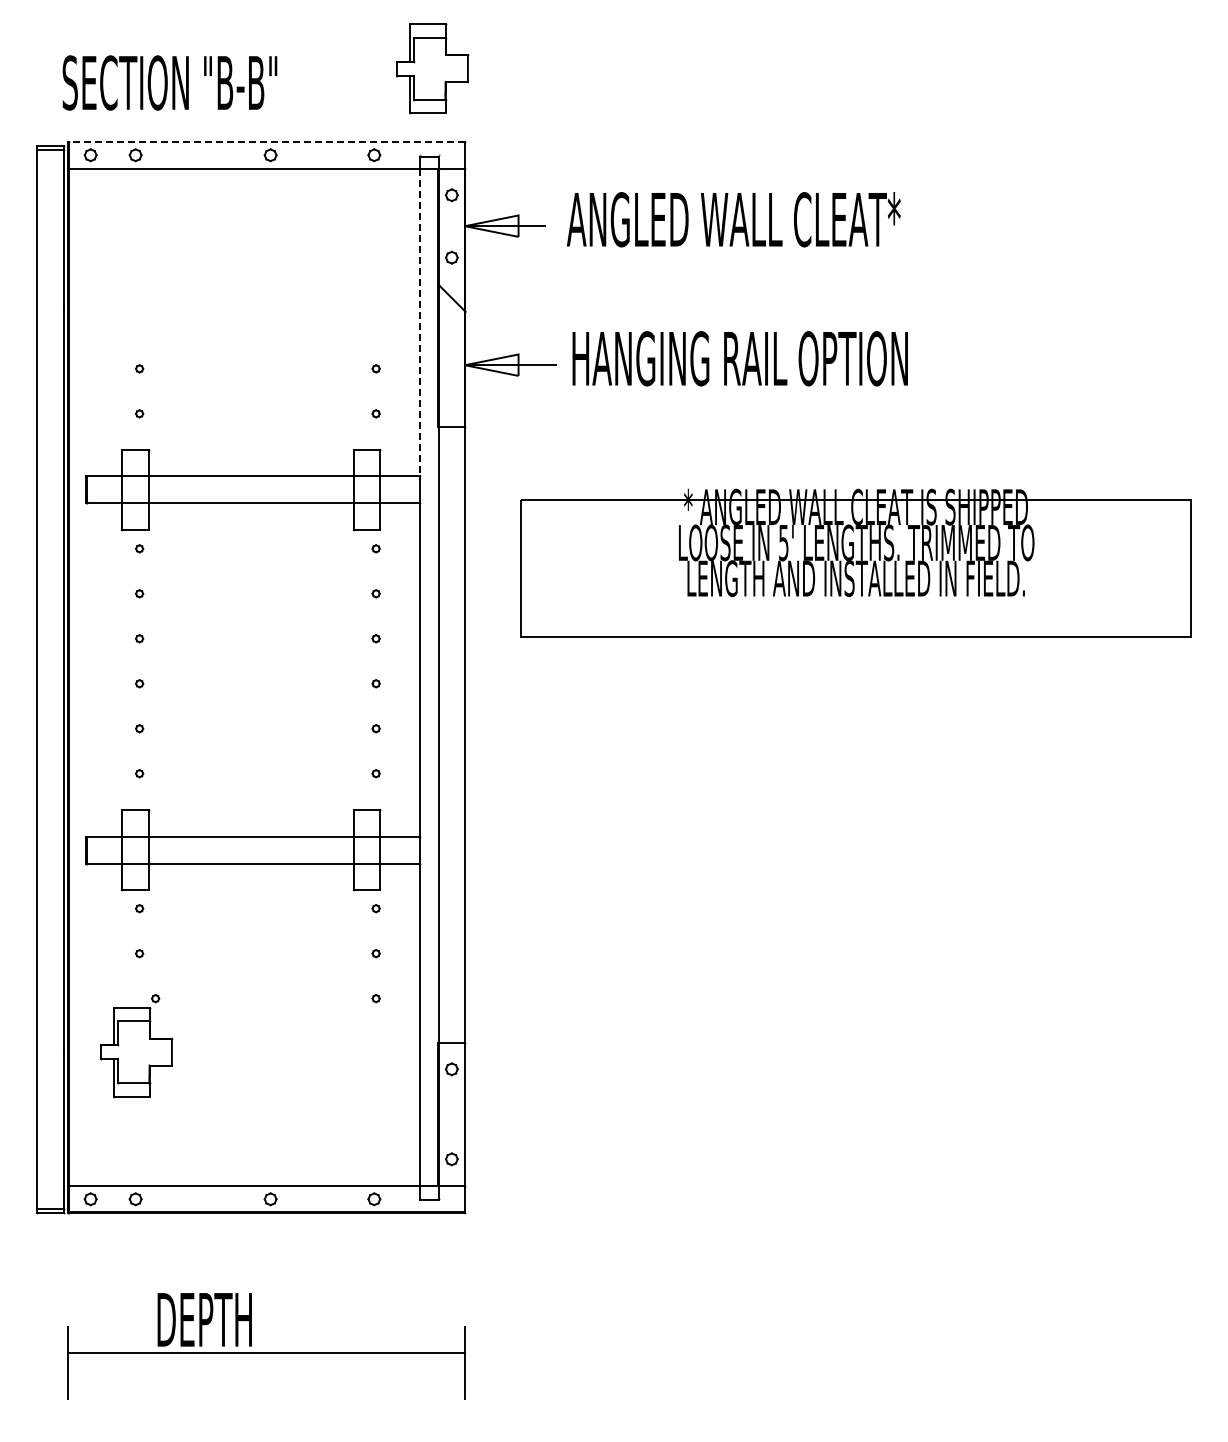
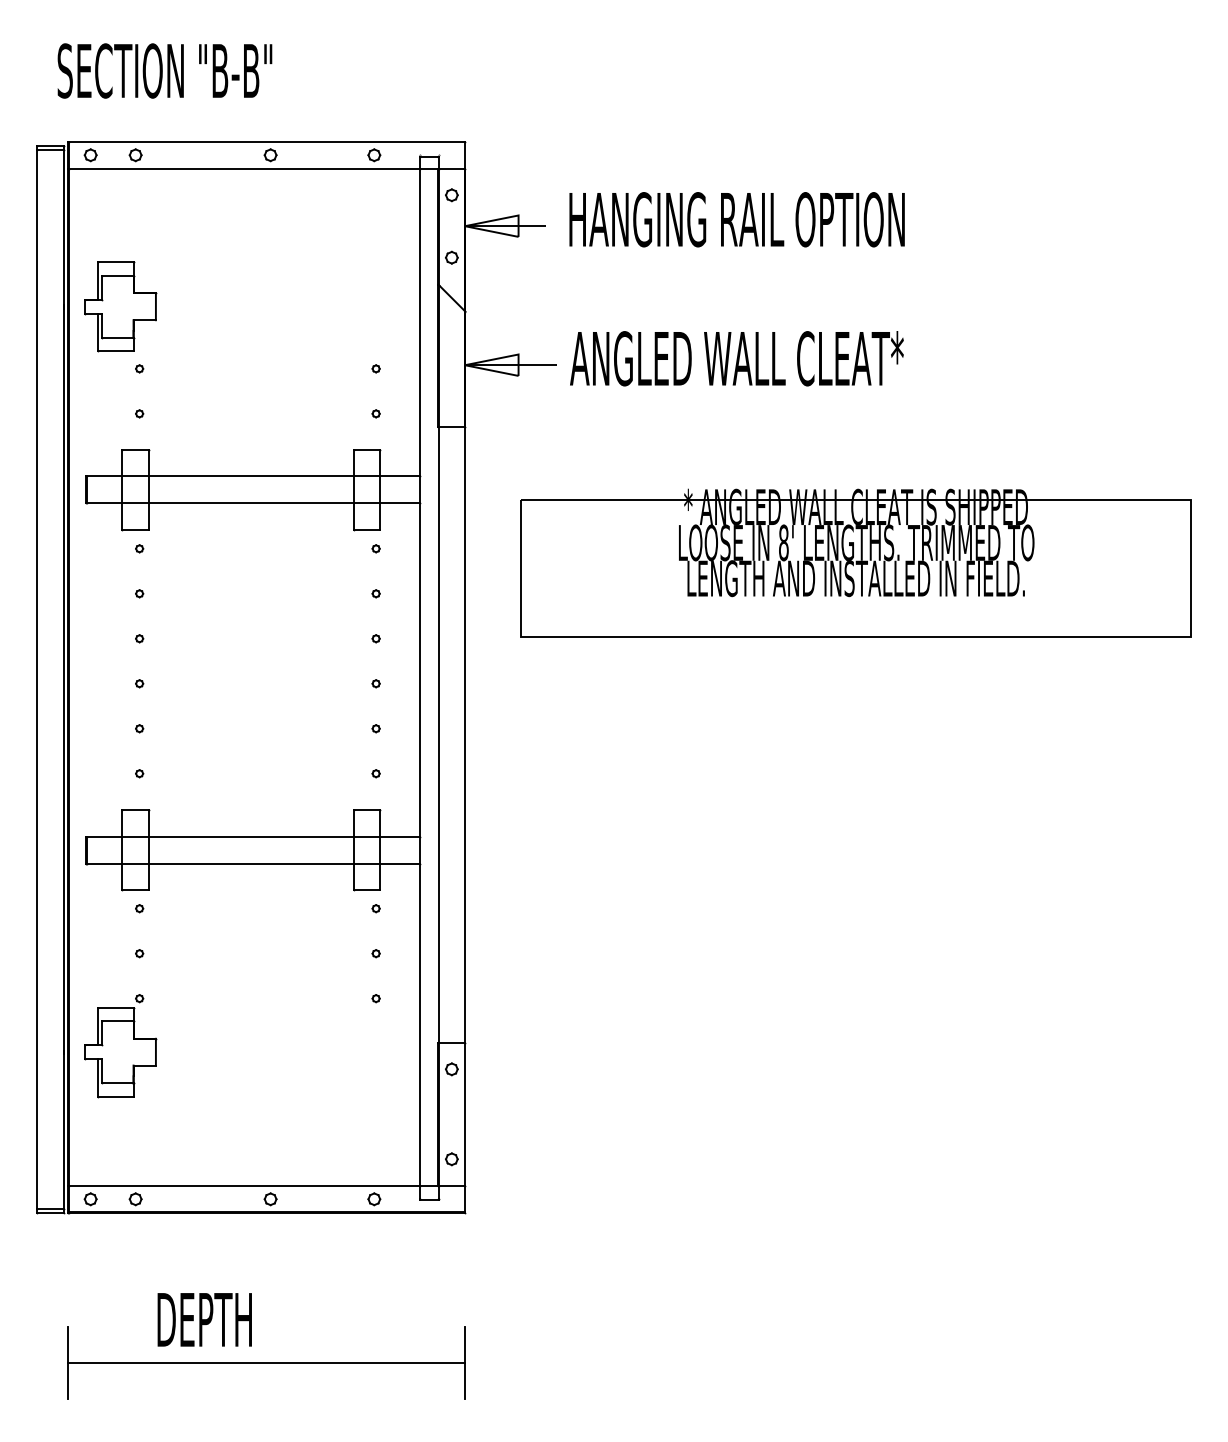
part at (432, 68) position: (432, 68) -> (120, 306)
text at (169, 82) position: (169, 82) -> (164, 70)
line at (266, 141): dashed -> solid
text at (735, 219): ANGLED WALL CLEAT* -> HANGING RAIL OPTION
line at (420, 322): dashed -> solid
text at (738, 358): HANGING RAIL OPTION -> ANGLED WALL CLEAT*
text at (783, 542): 5' -> 8'
part at (136, 1046) position: (136, 1046) -> (120, 1046)
line at (266, 1353) position: (266, 1353) -> (266, 1363)
